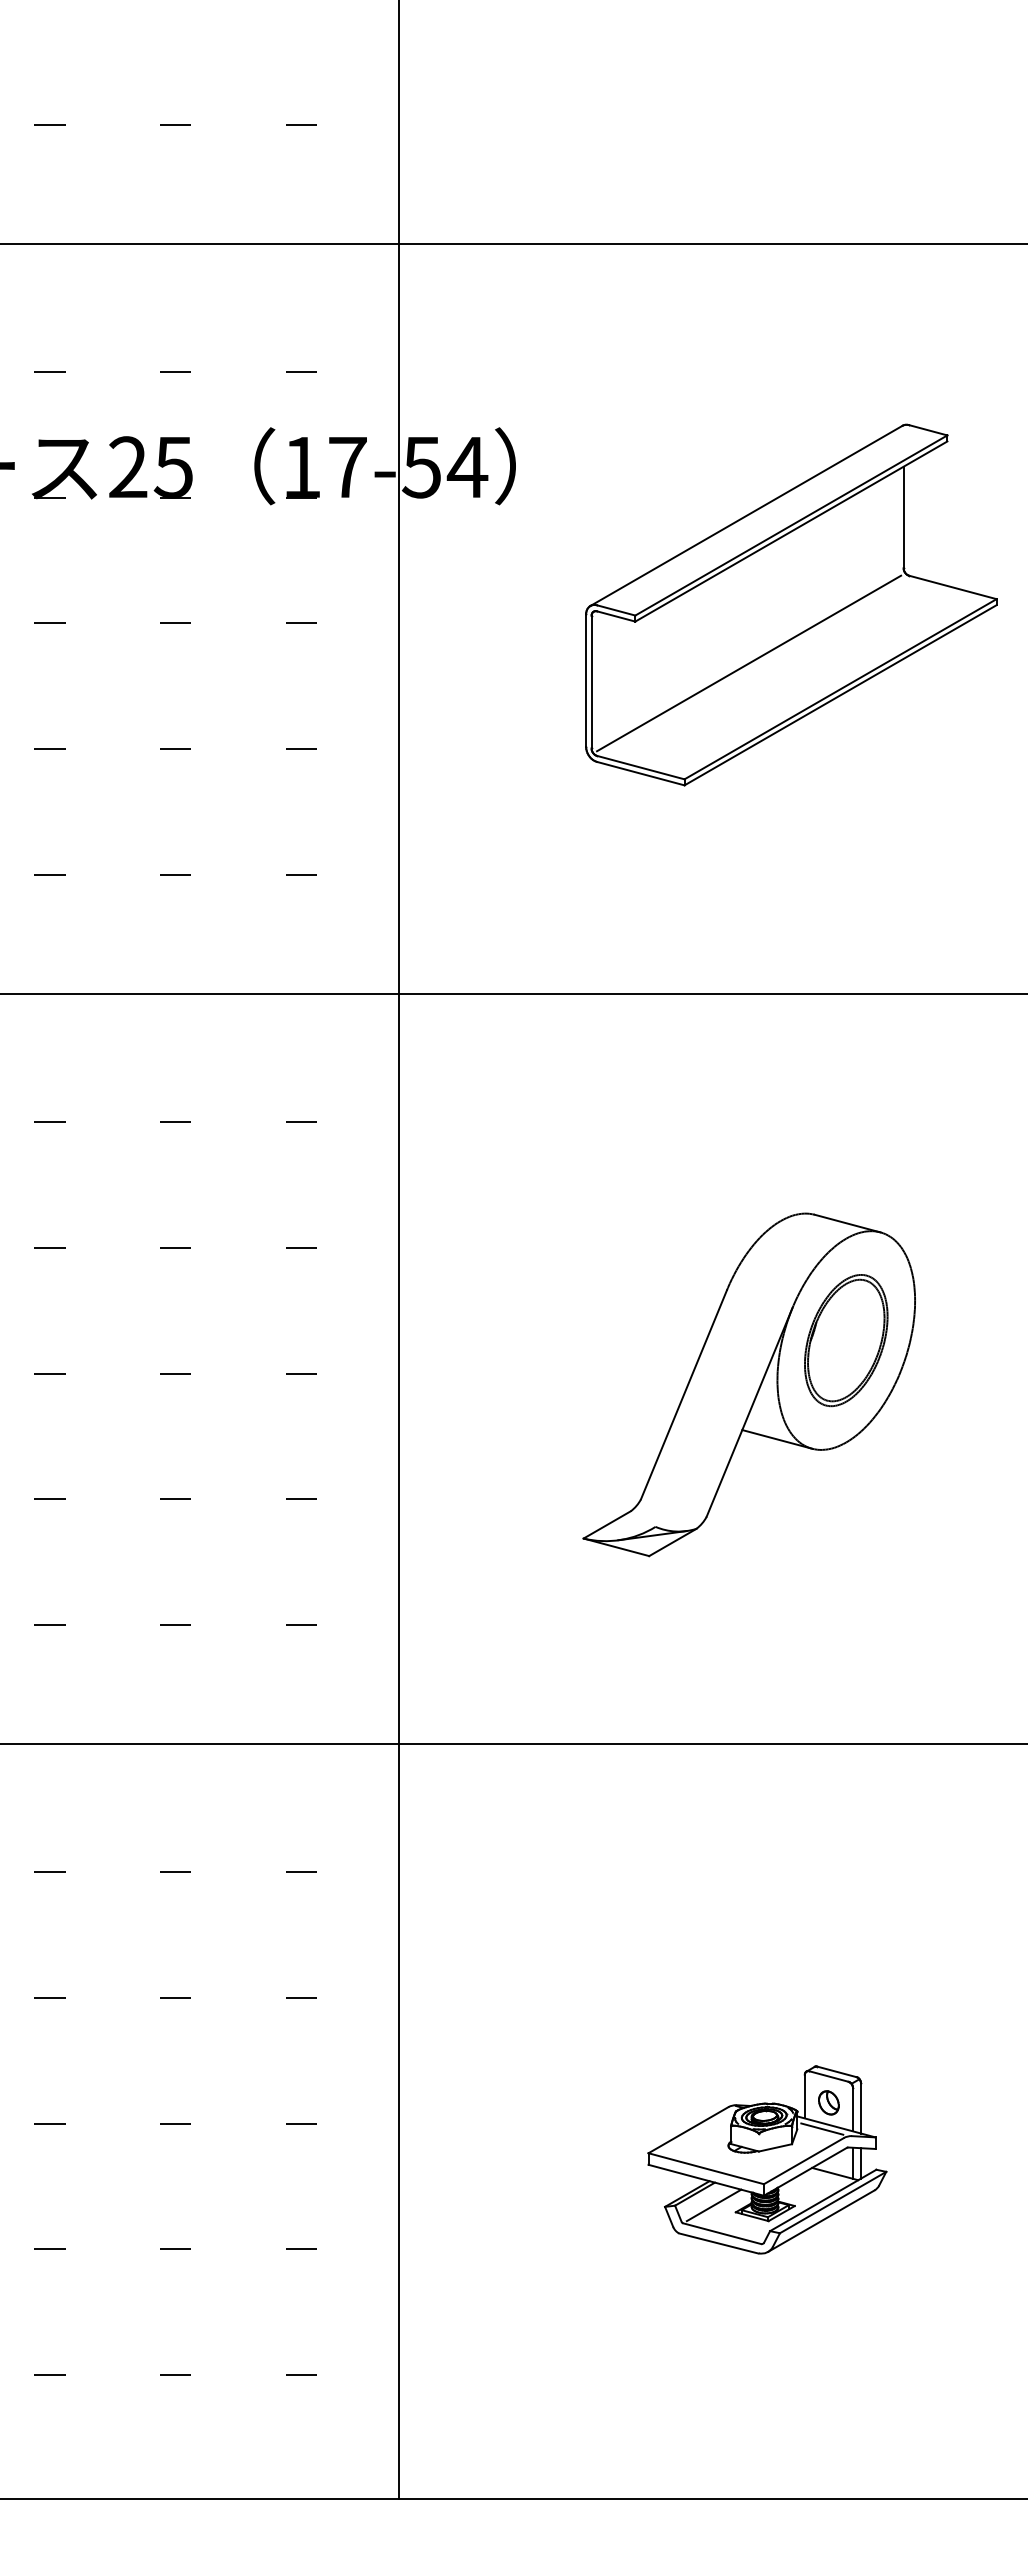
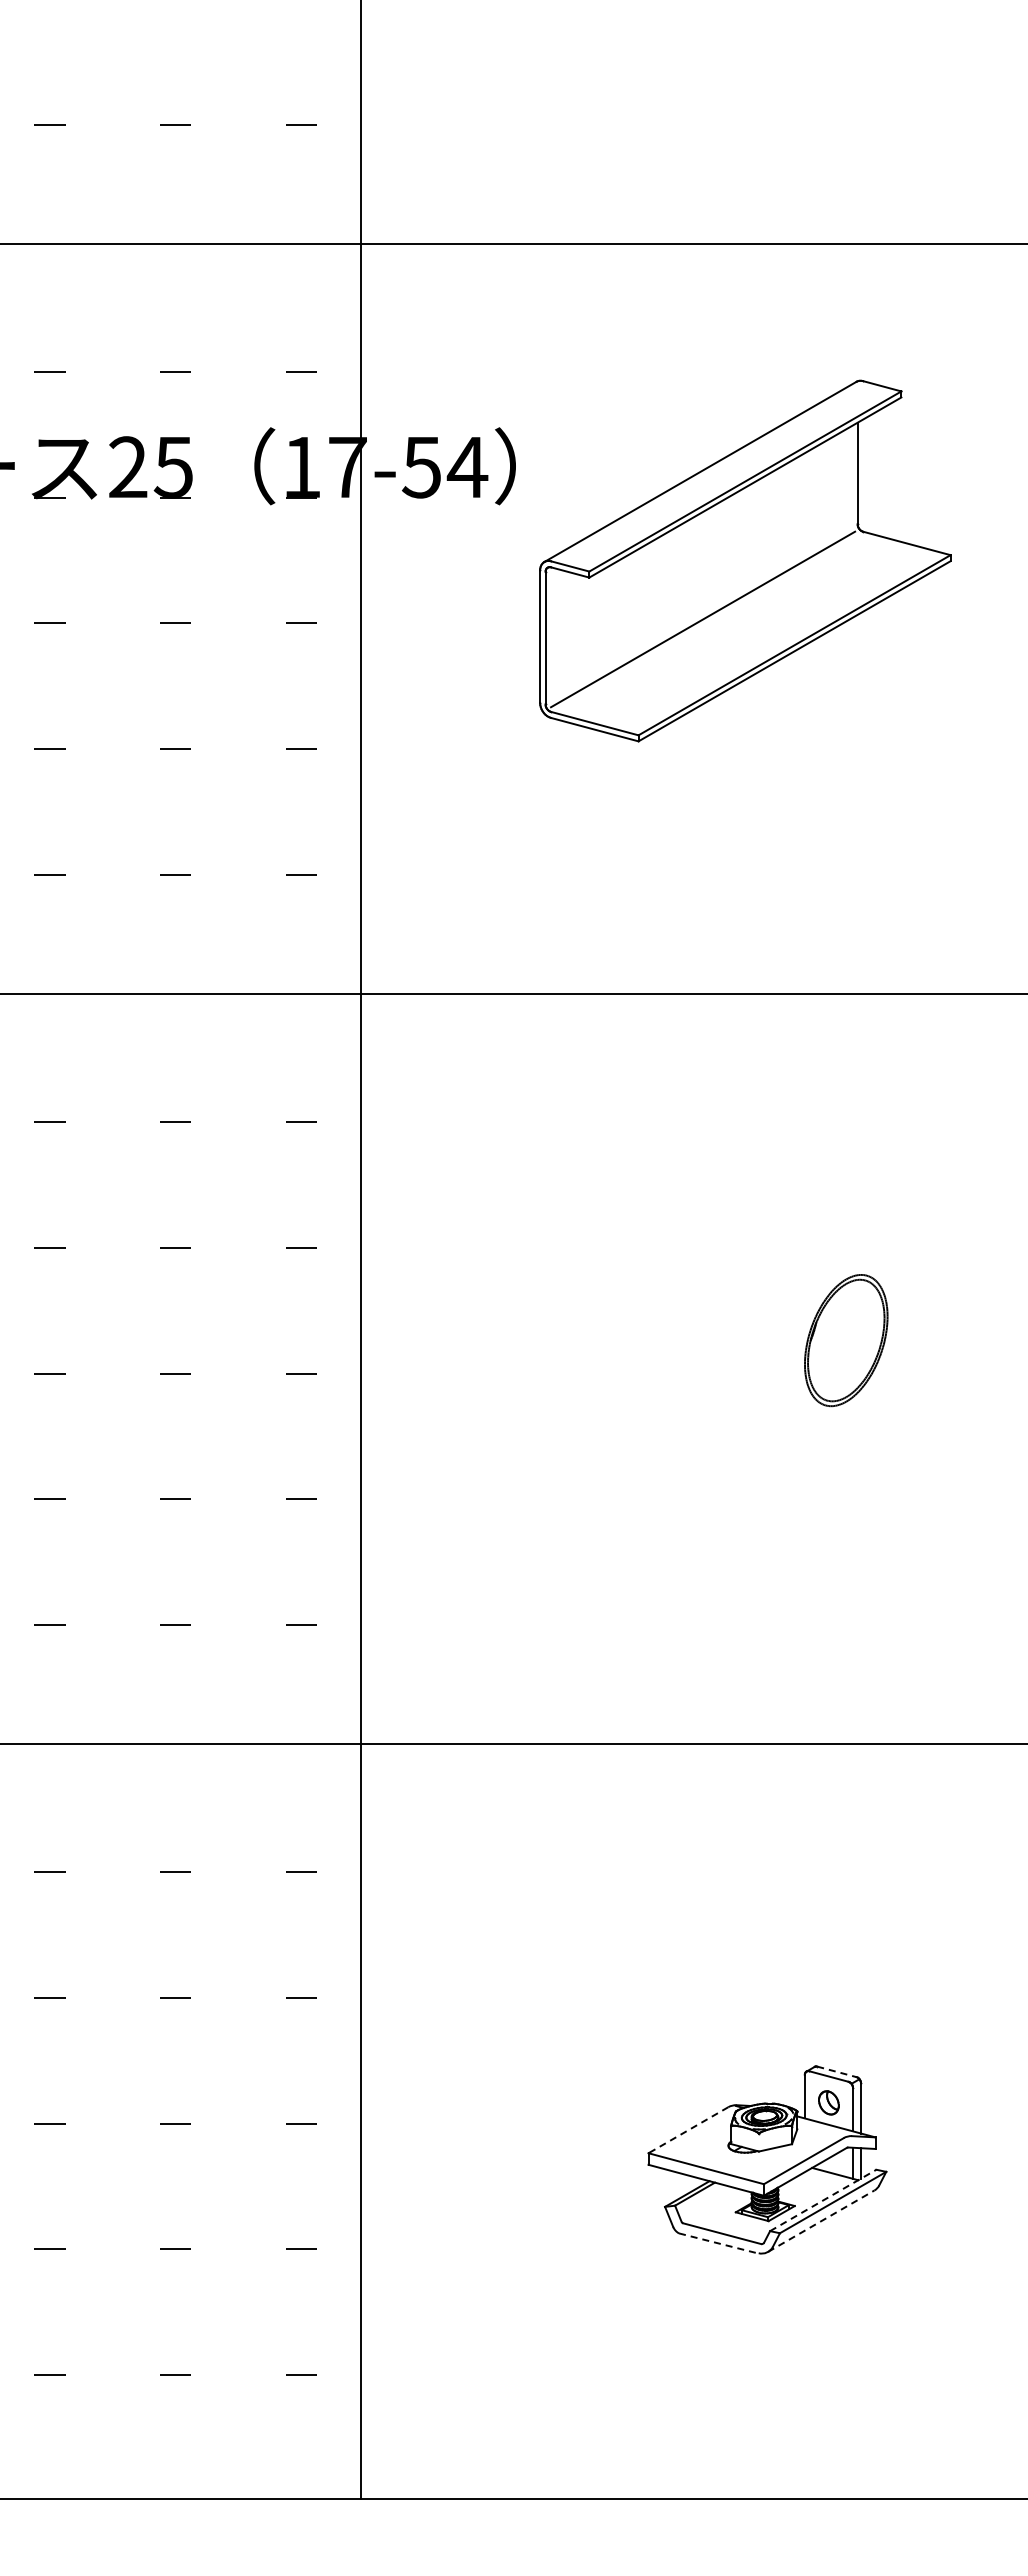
part at (791, 604) position: (791, 604) -> (745, 560)
line at (399, 1250) position: (399, 1250) -> (361, 1250)
part at (748, 1384): present -> none
line at (837, 2072): solid -> dashed
line at (822, 2128): present -> none
line at (688, 2130): solid -> dashed
line at (823, 2200): solid -> dashed
line at (713, 2205): present -> none
line at (821, 2220): solid -> dashed
line at (719, 2243): solid -> dashed
